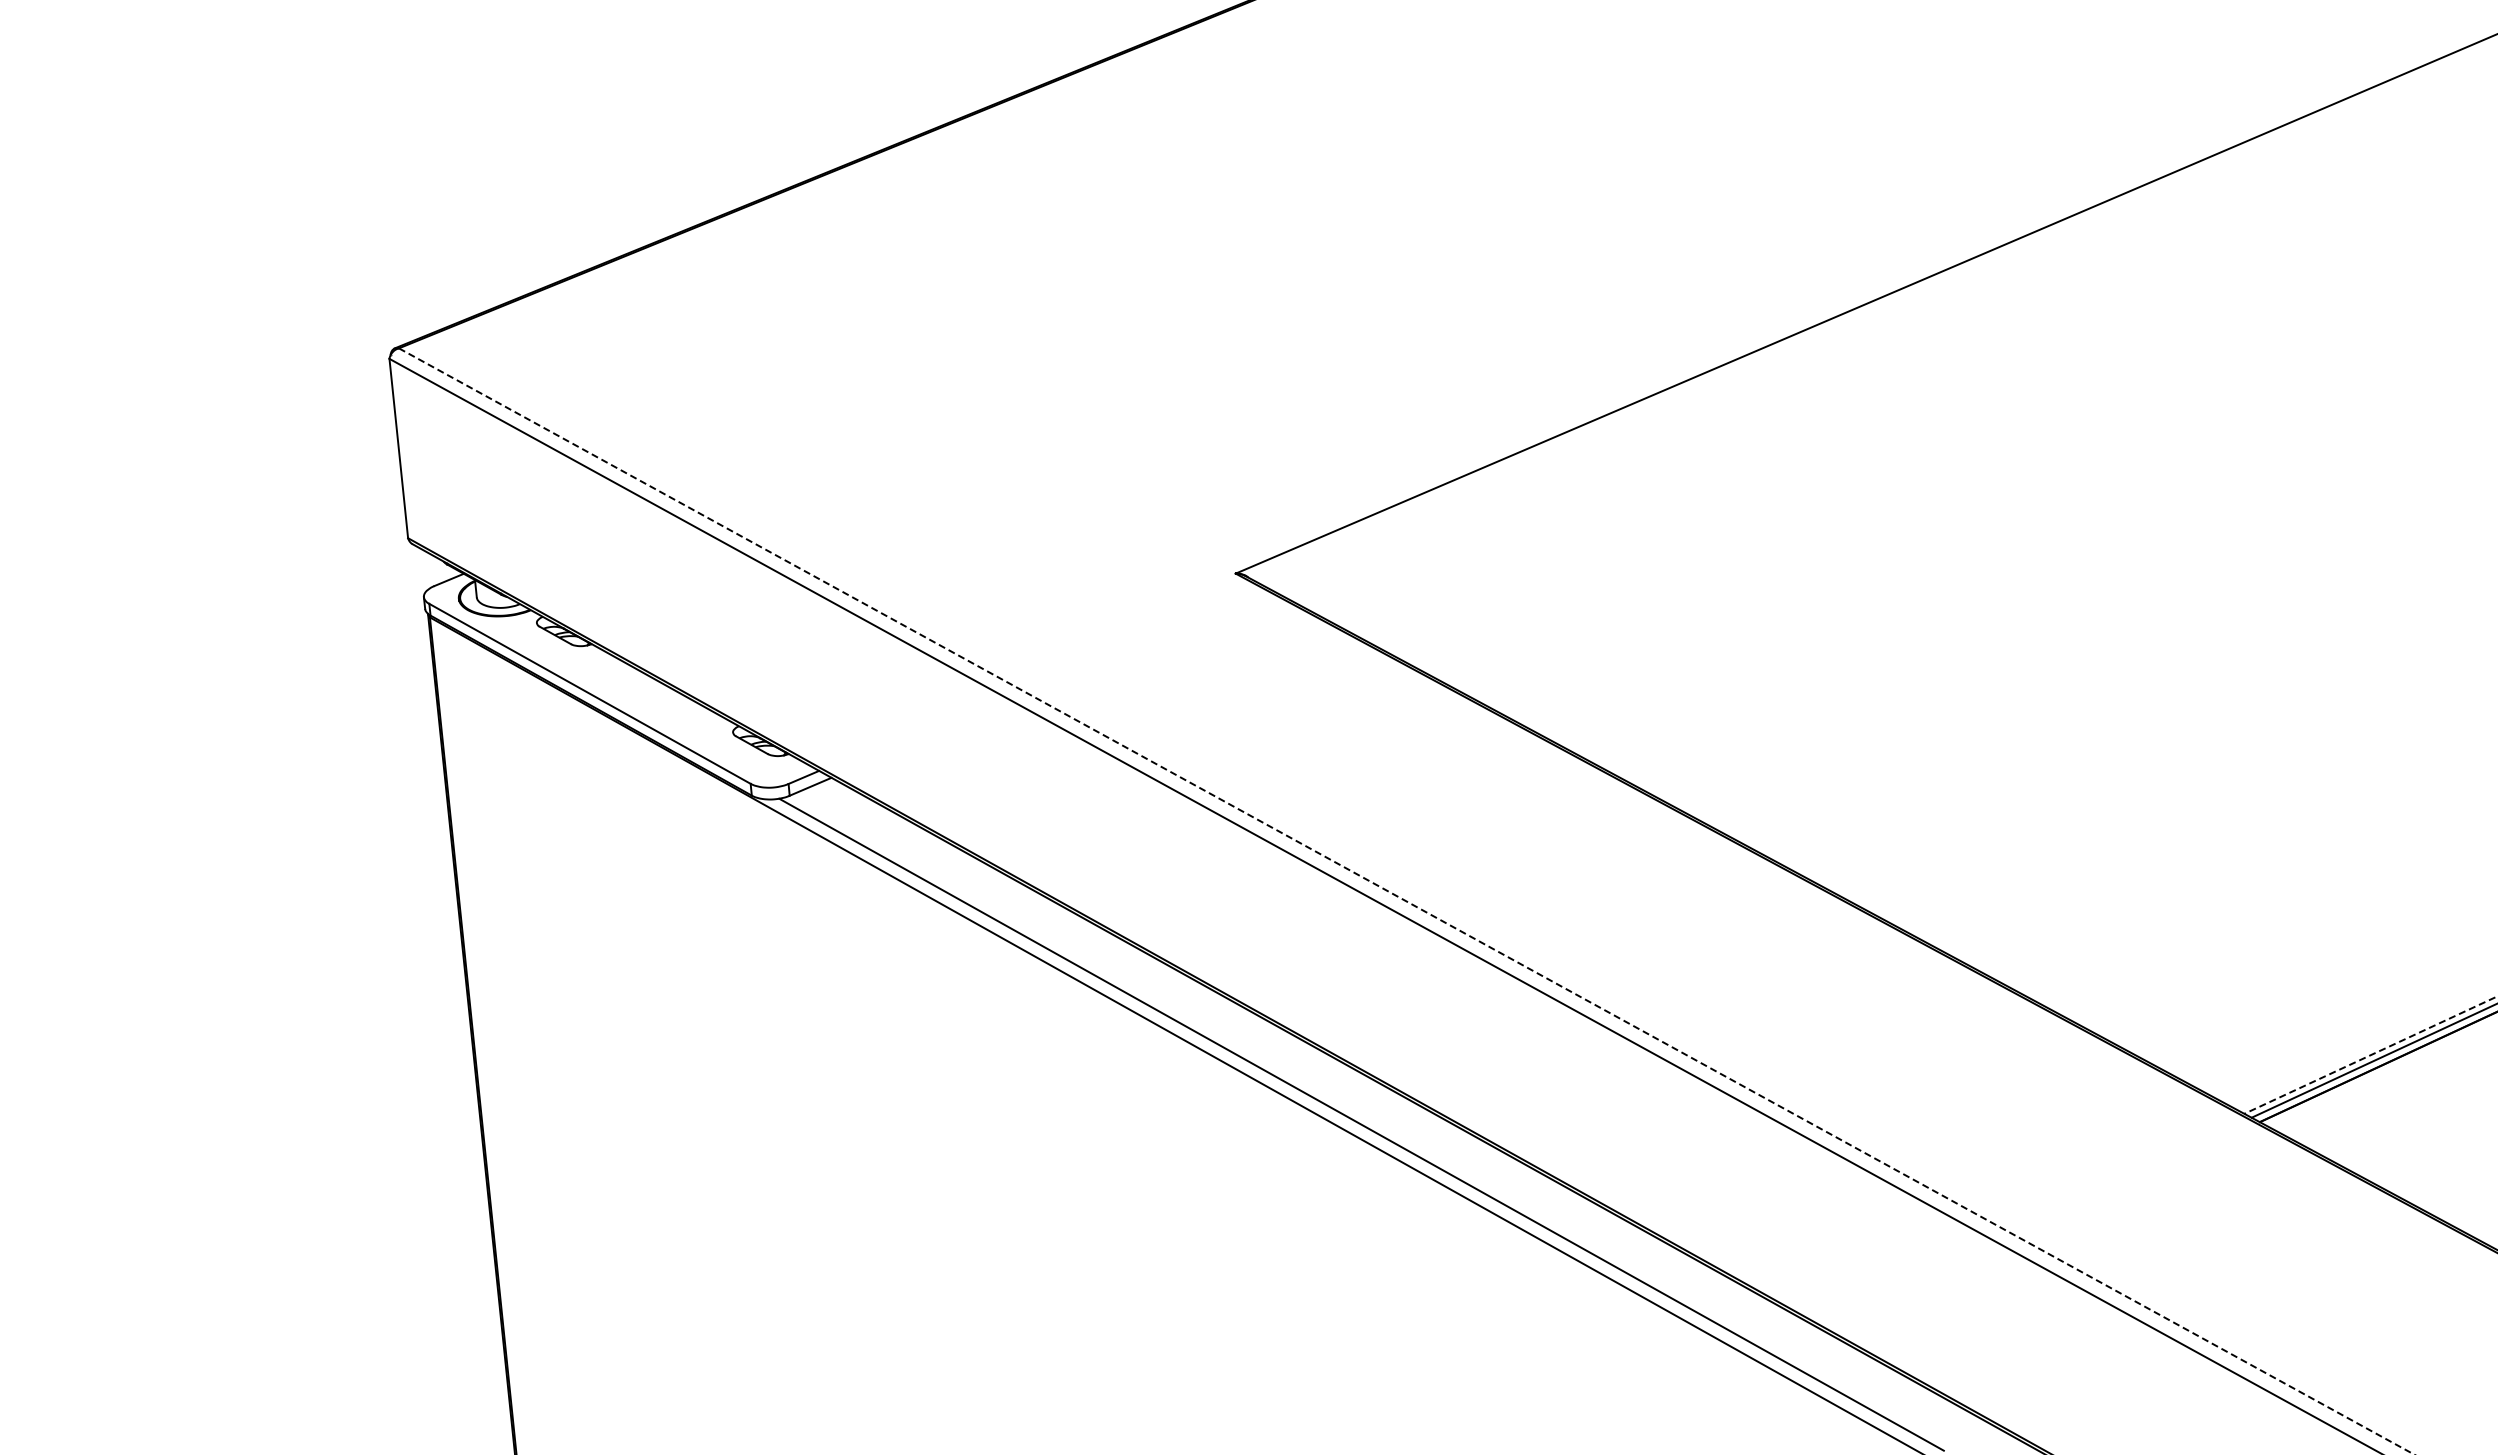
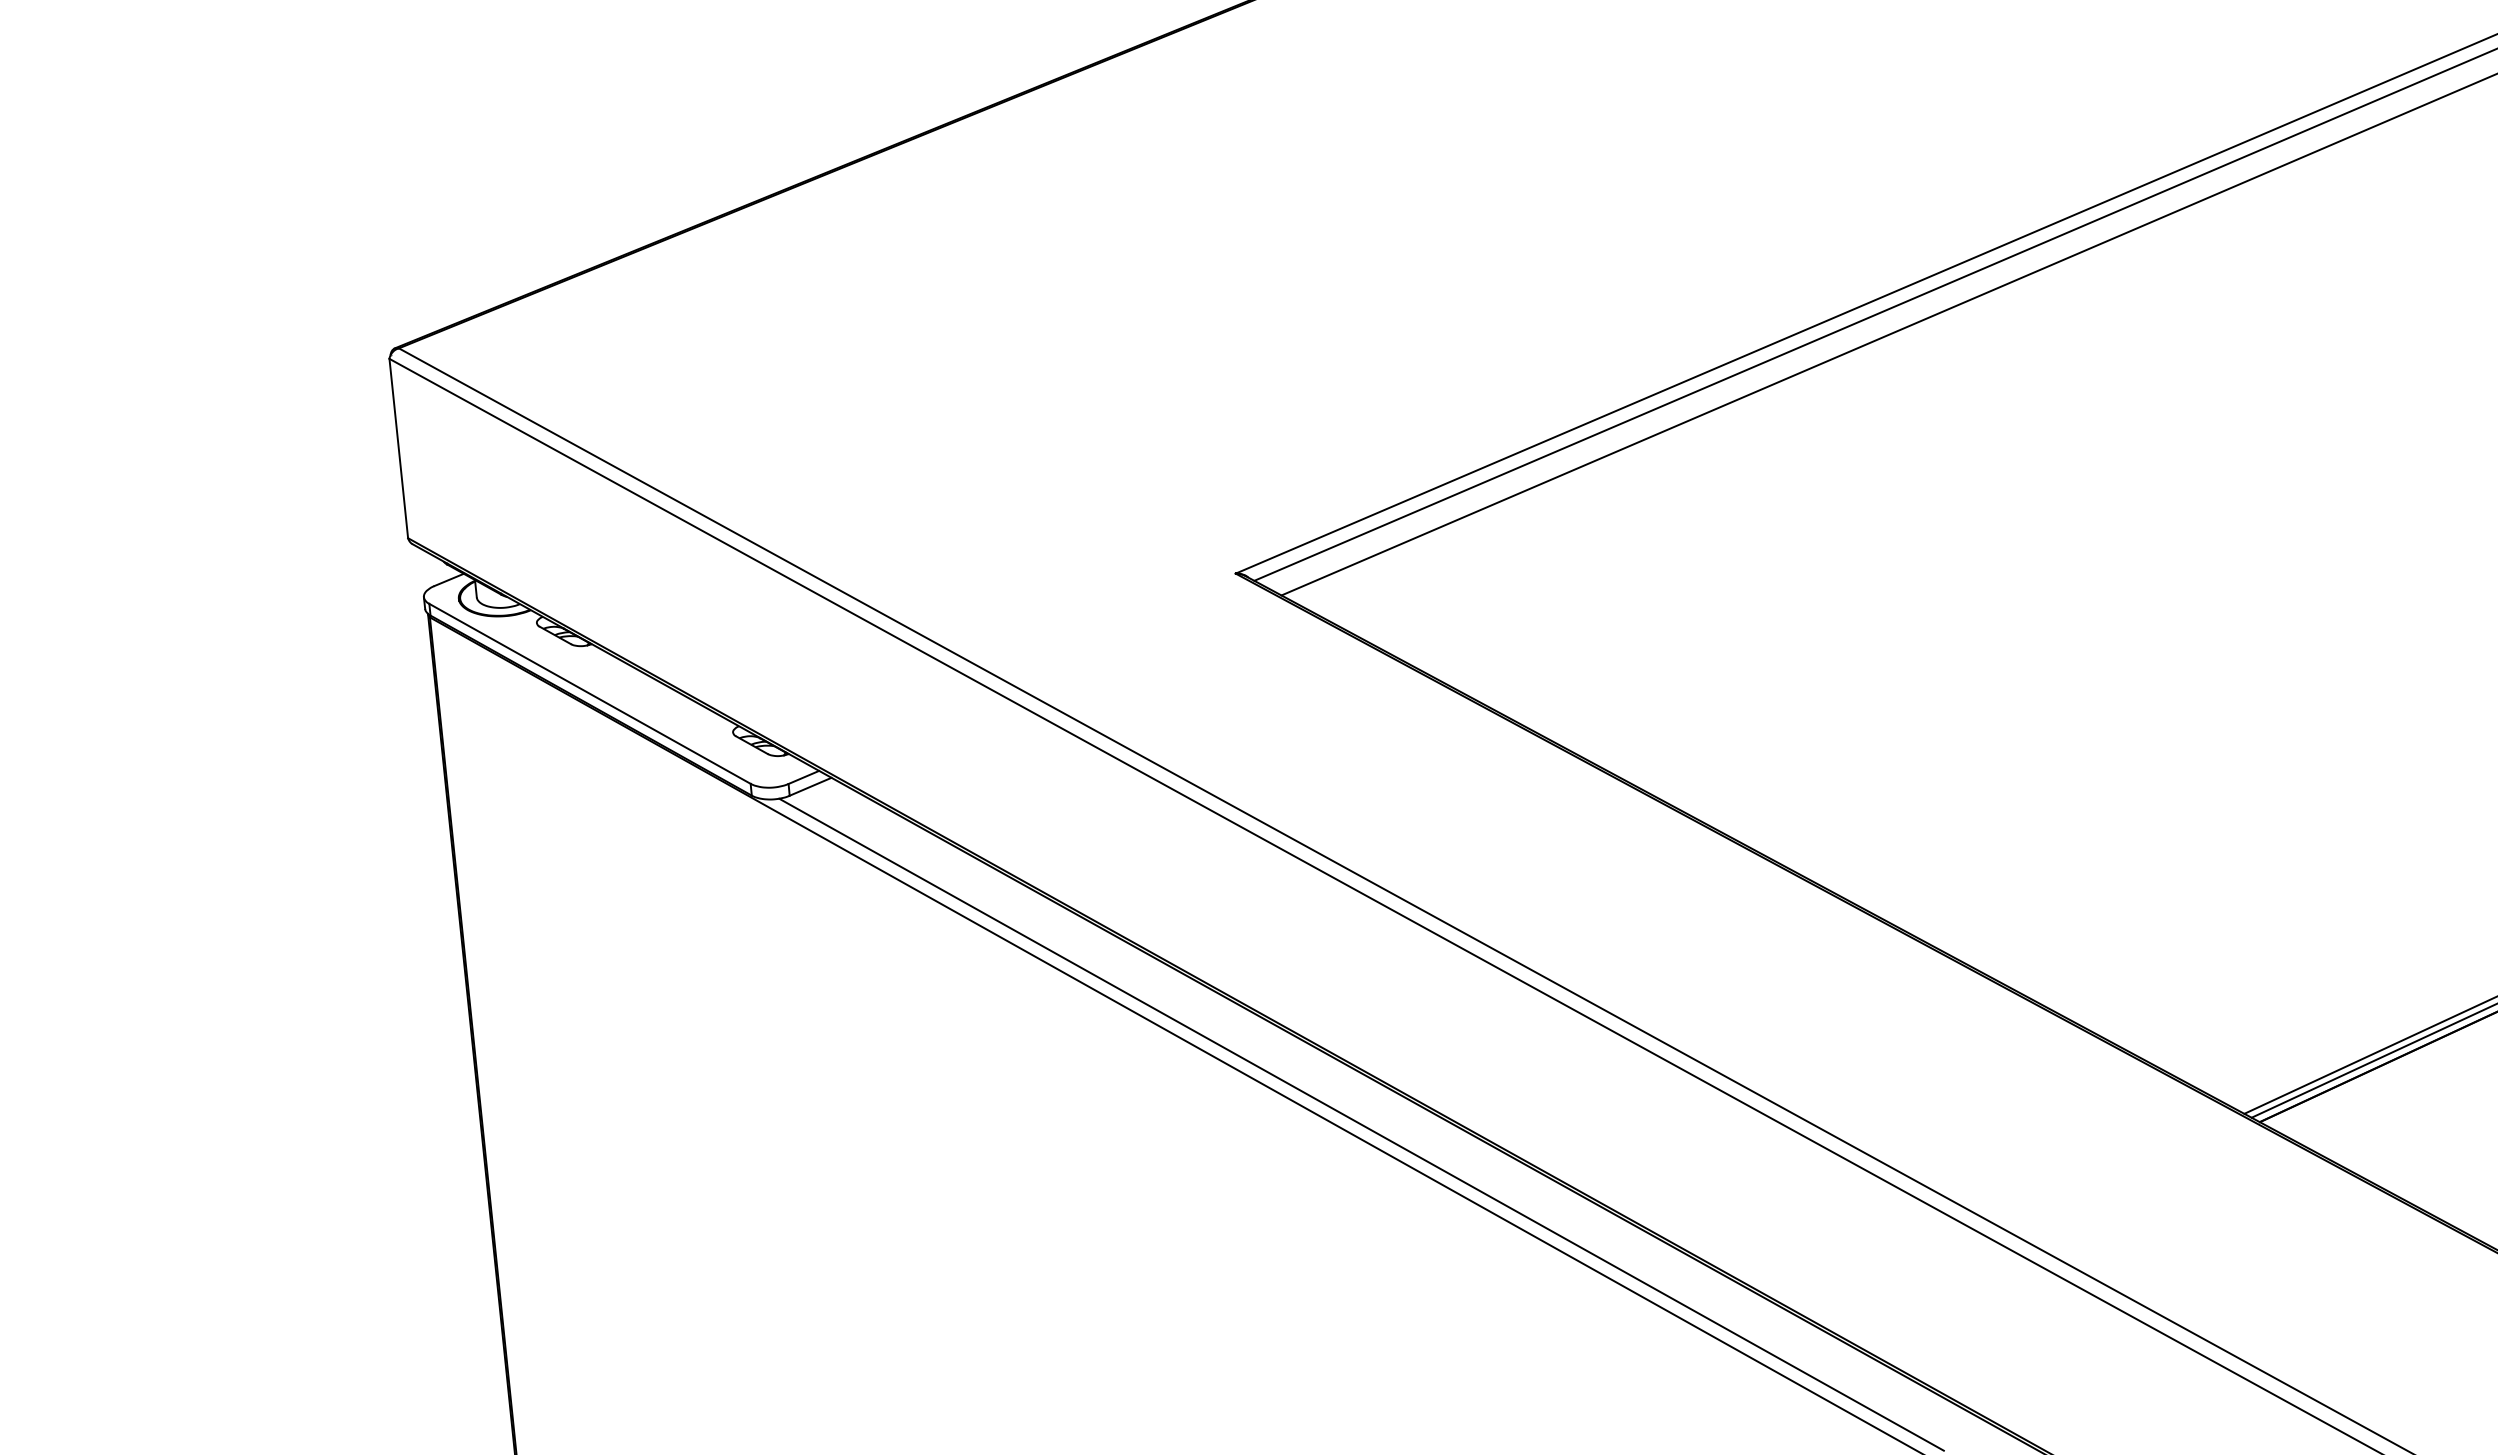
line at (1874, 314): none -> present
line at (1887, 335): none -> present
line at (1407, 901): dashed -> solid
line at (2370, 1055): dashed -> solid
